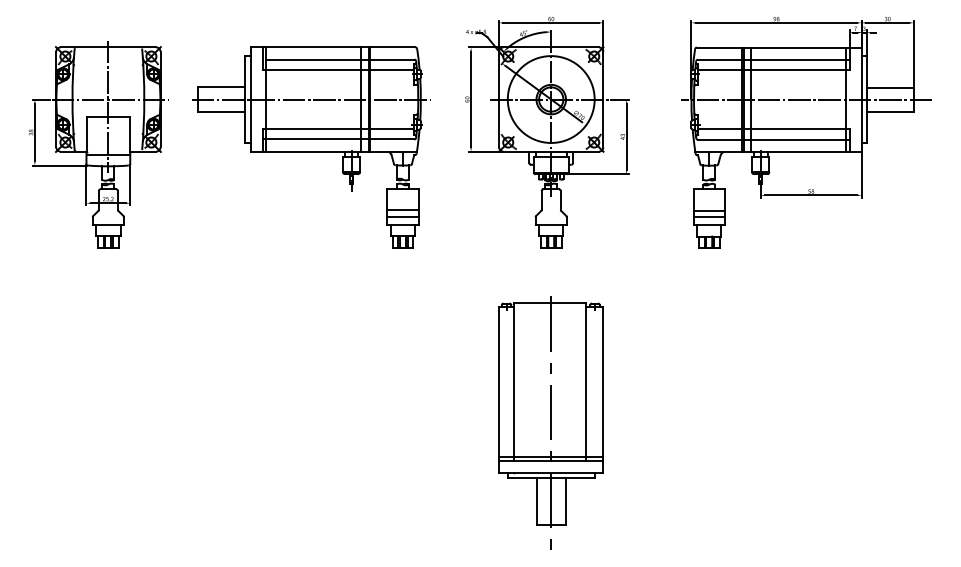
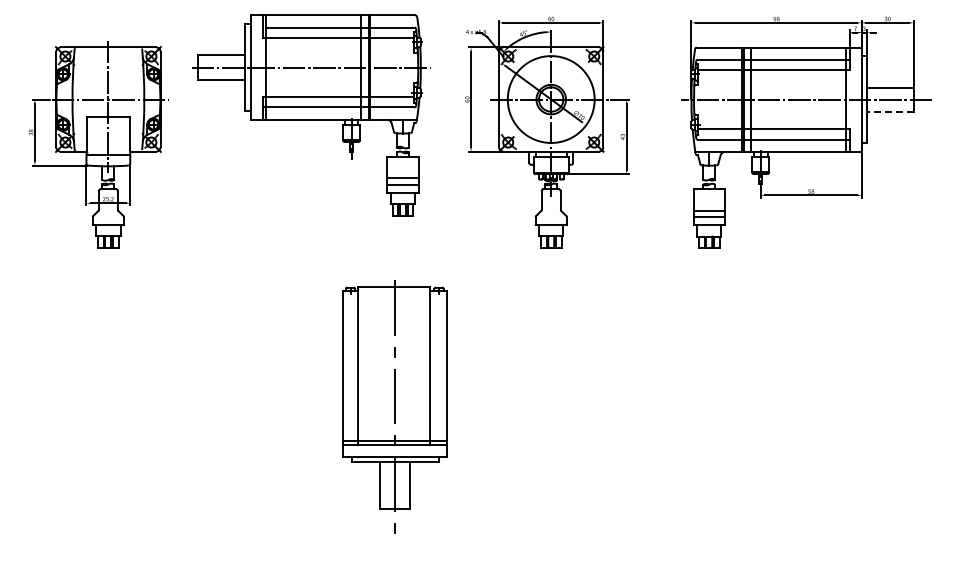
line at (889, 111): solid -> dashed
part at (311, 147) position: (311, 147) -> (311, 115)
part at (550, 422) position: (550, 422) -> (394, 406)
